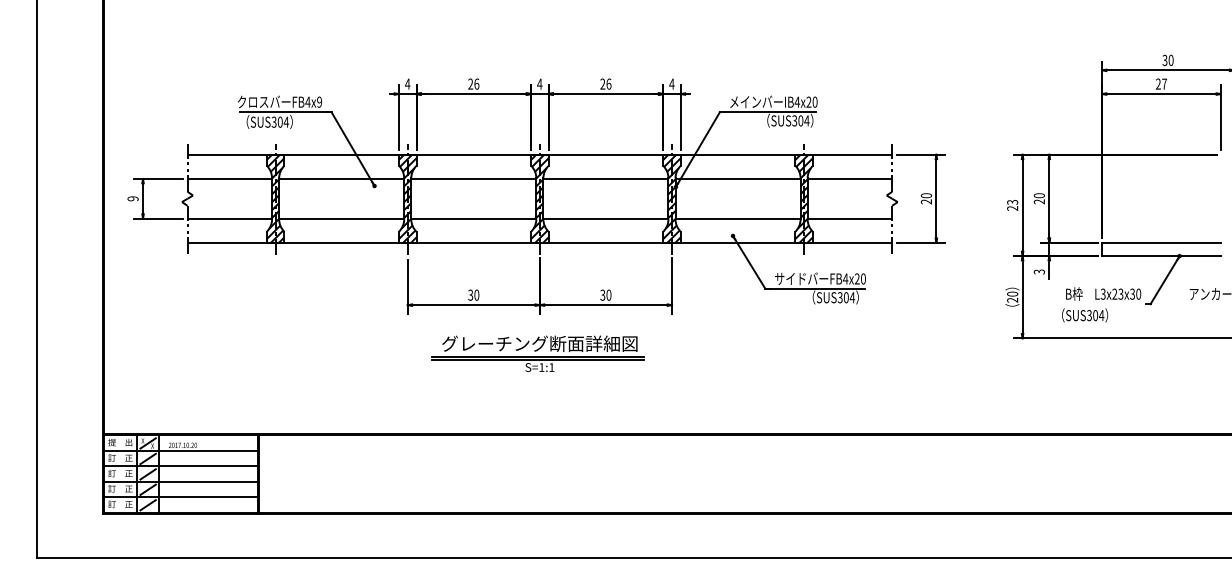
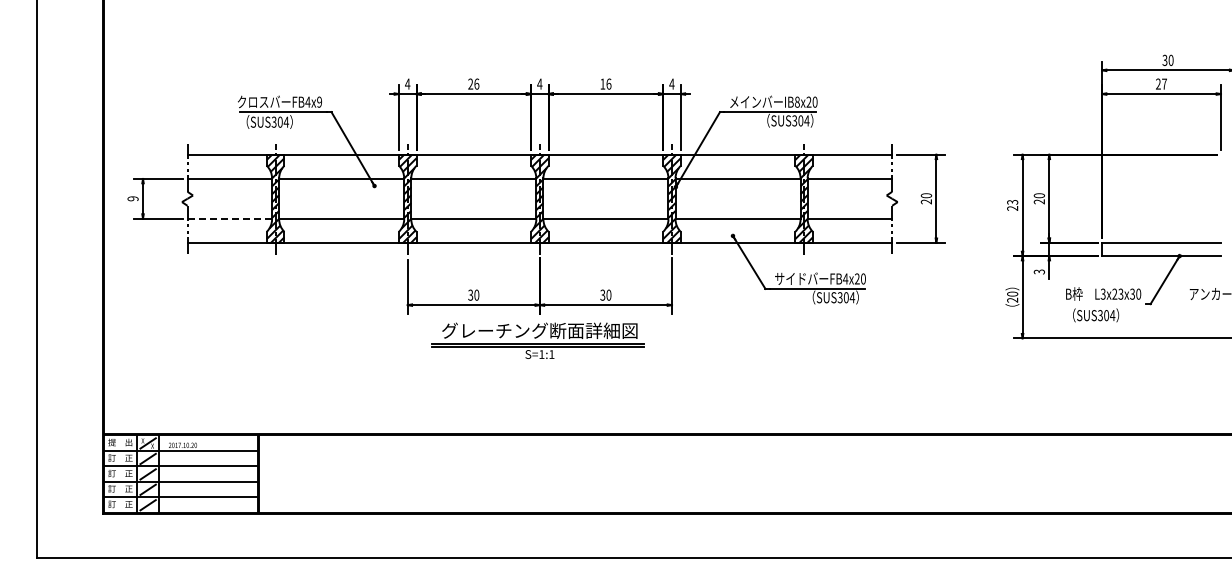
text at (602, 83): 26 -> 16
text at (797, 101): IB4x20 -> IB8x20
line at (230, 218): solid -> dashed
text at (1085, 315) position: (1085, 315) -> (1096, 315)
part at (537, 353) position: (537, 353) -> (537, 340)
